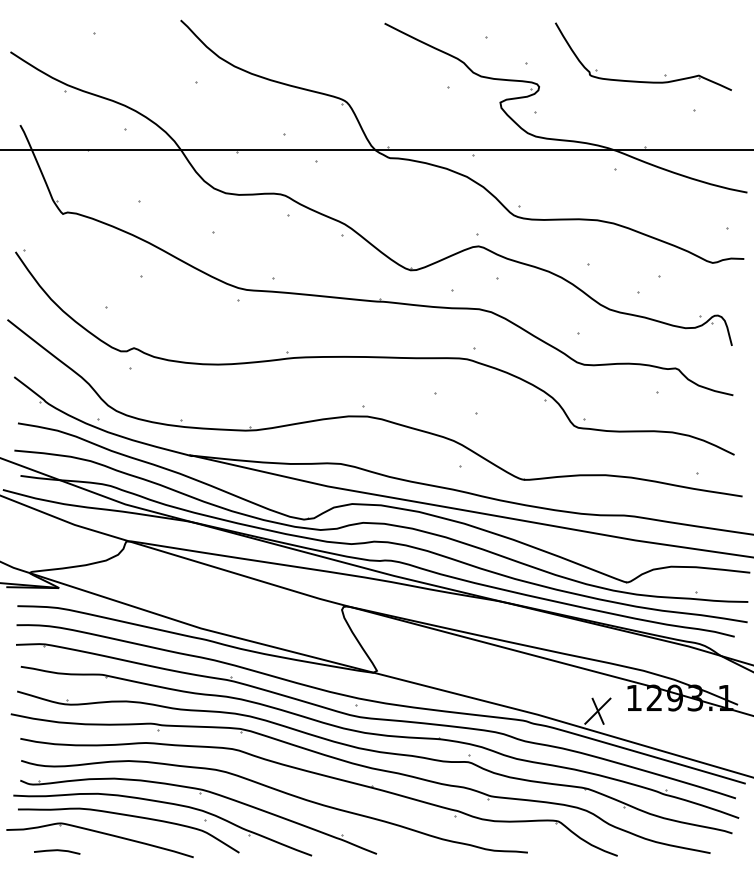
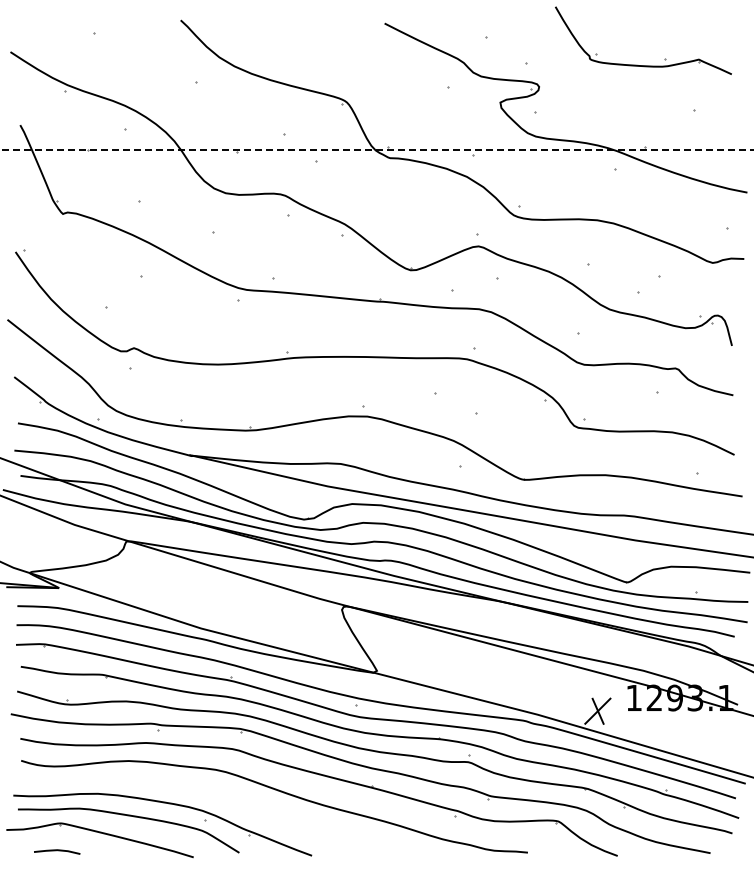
part at (637, 80) position: (637, 80) -> (637, 64)
line at (376, 149): solid -> dashed
part at (200, 794): present -> none
